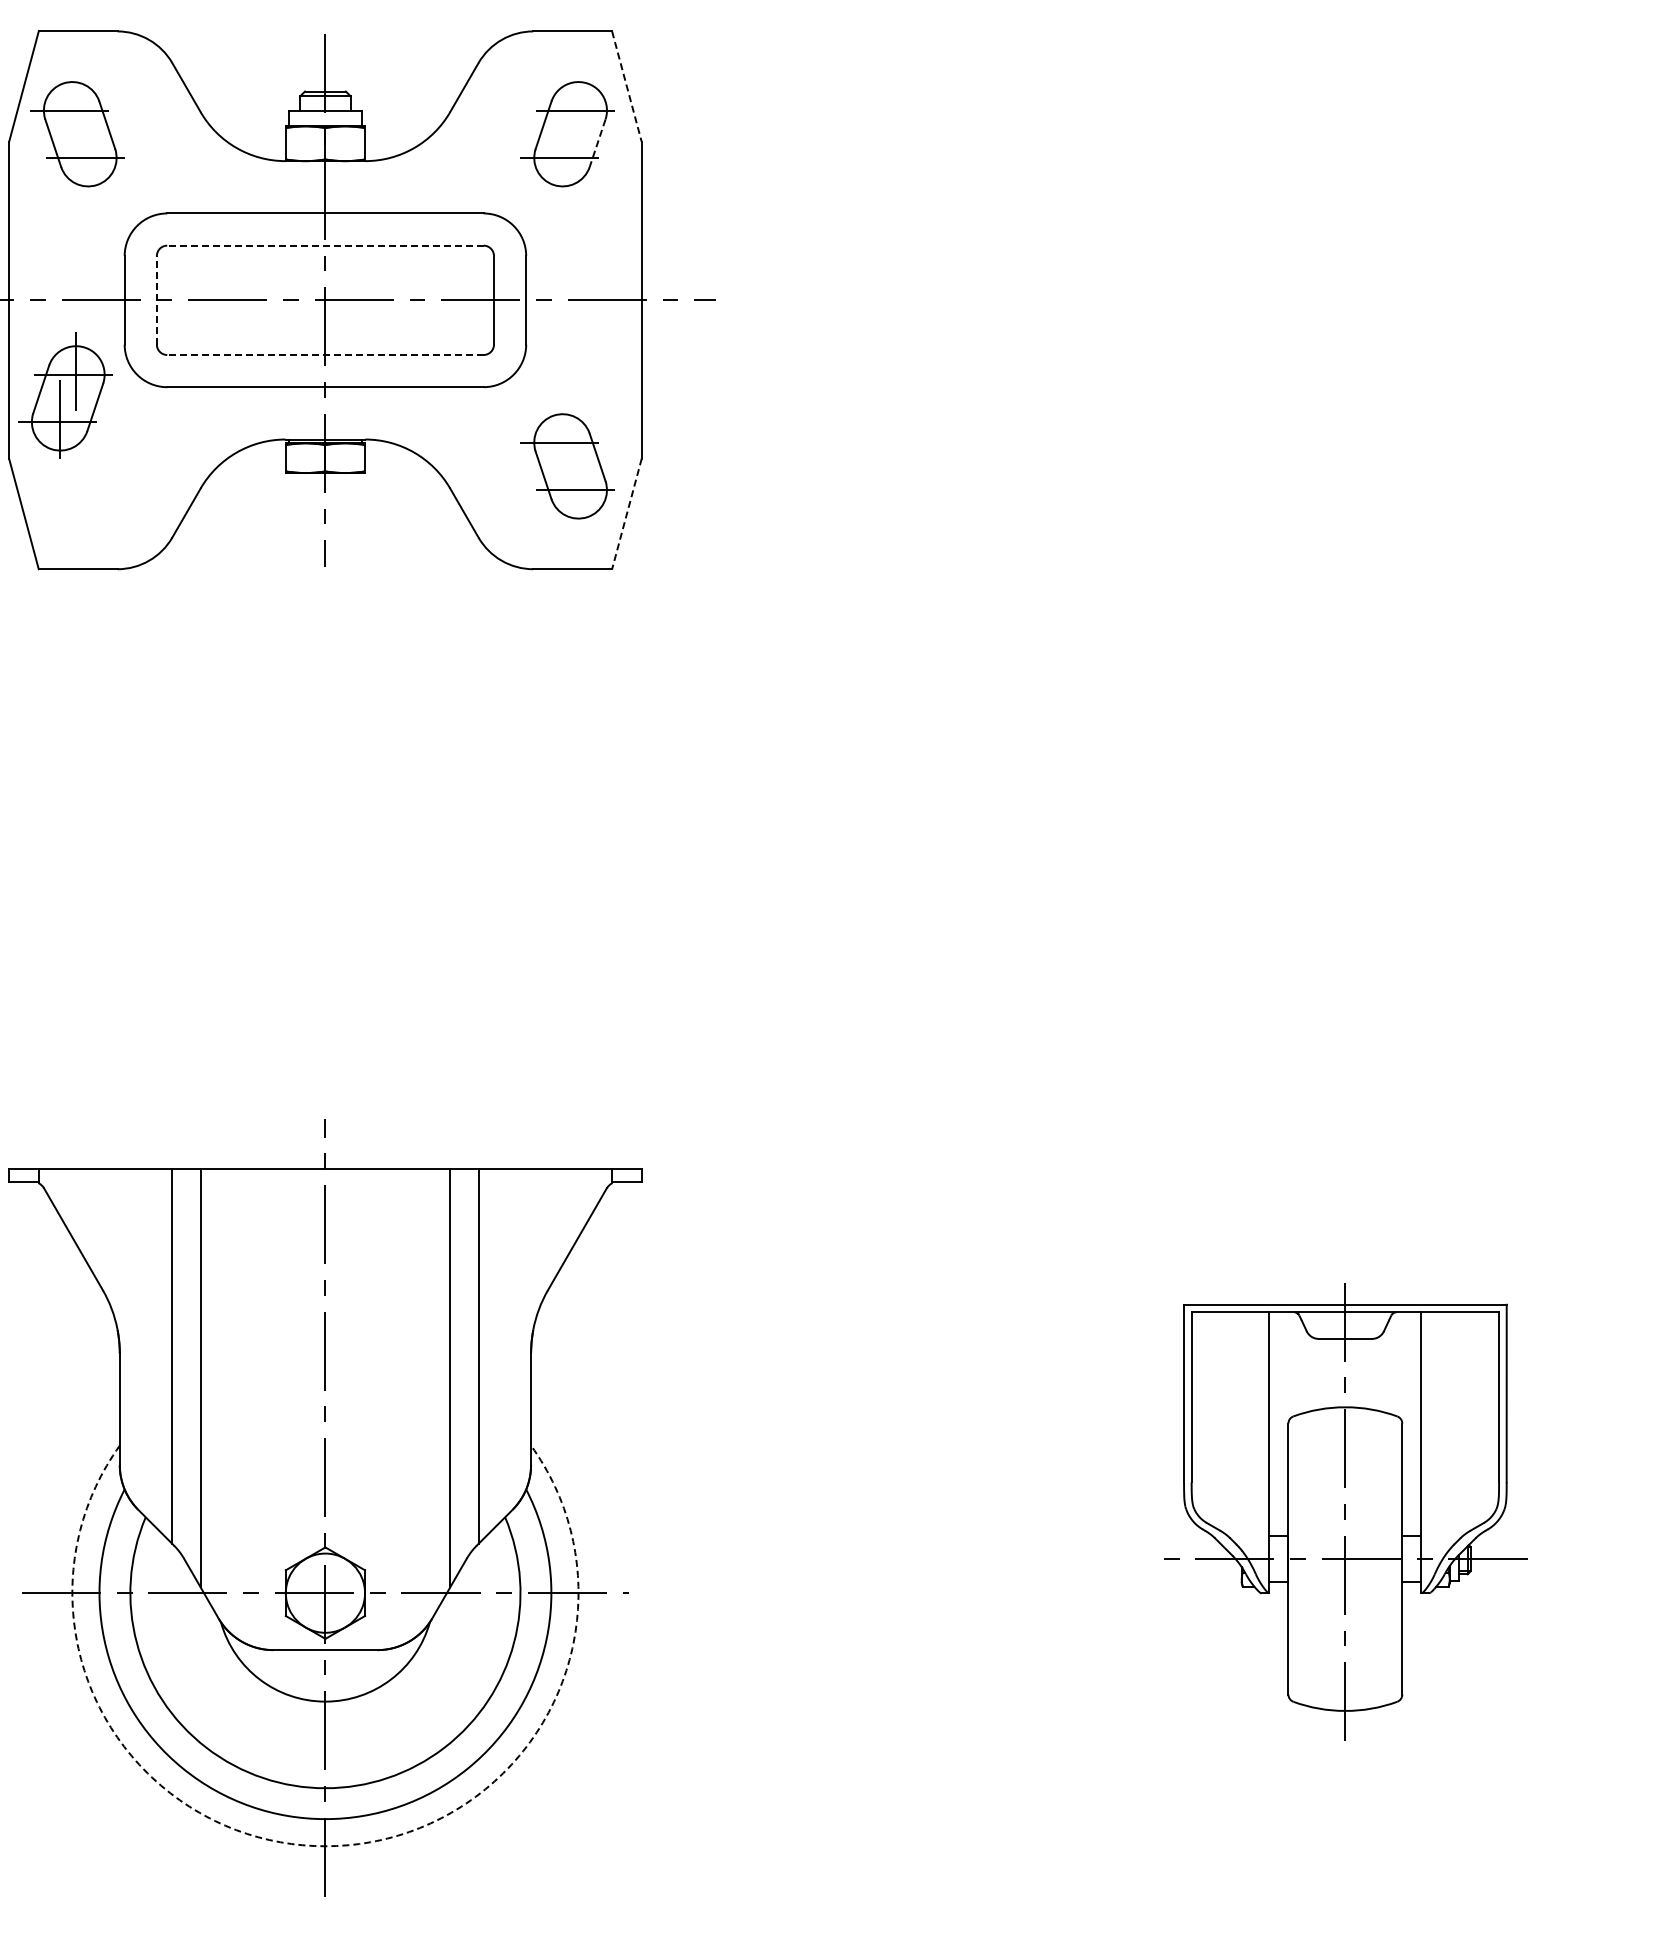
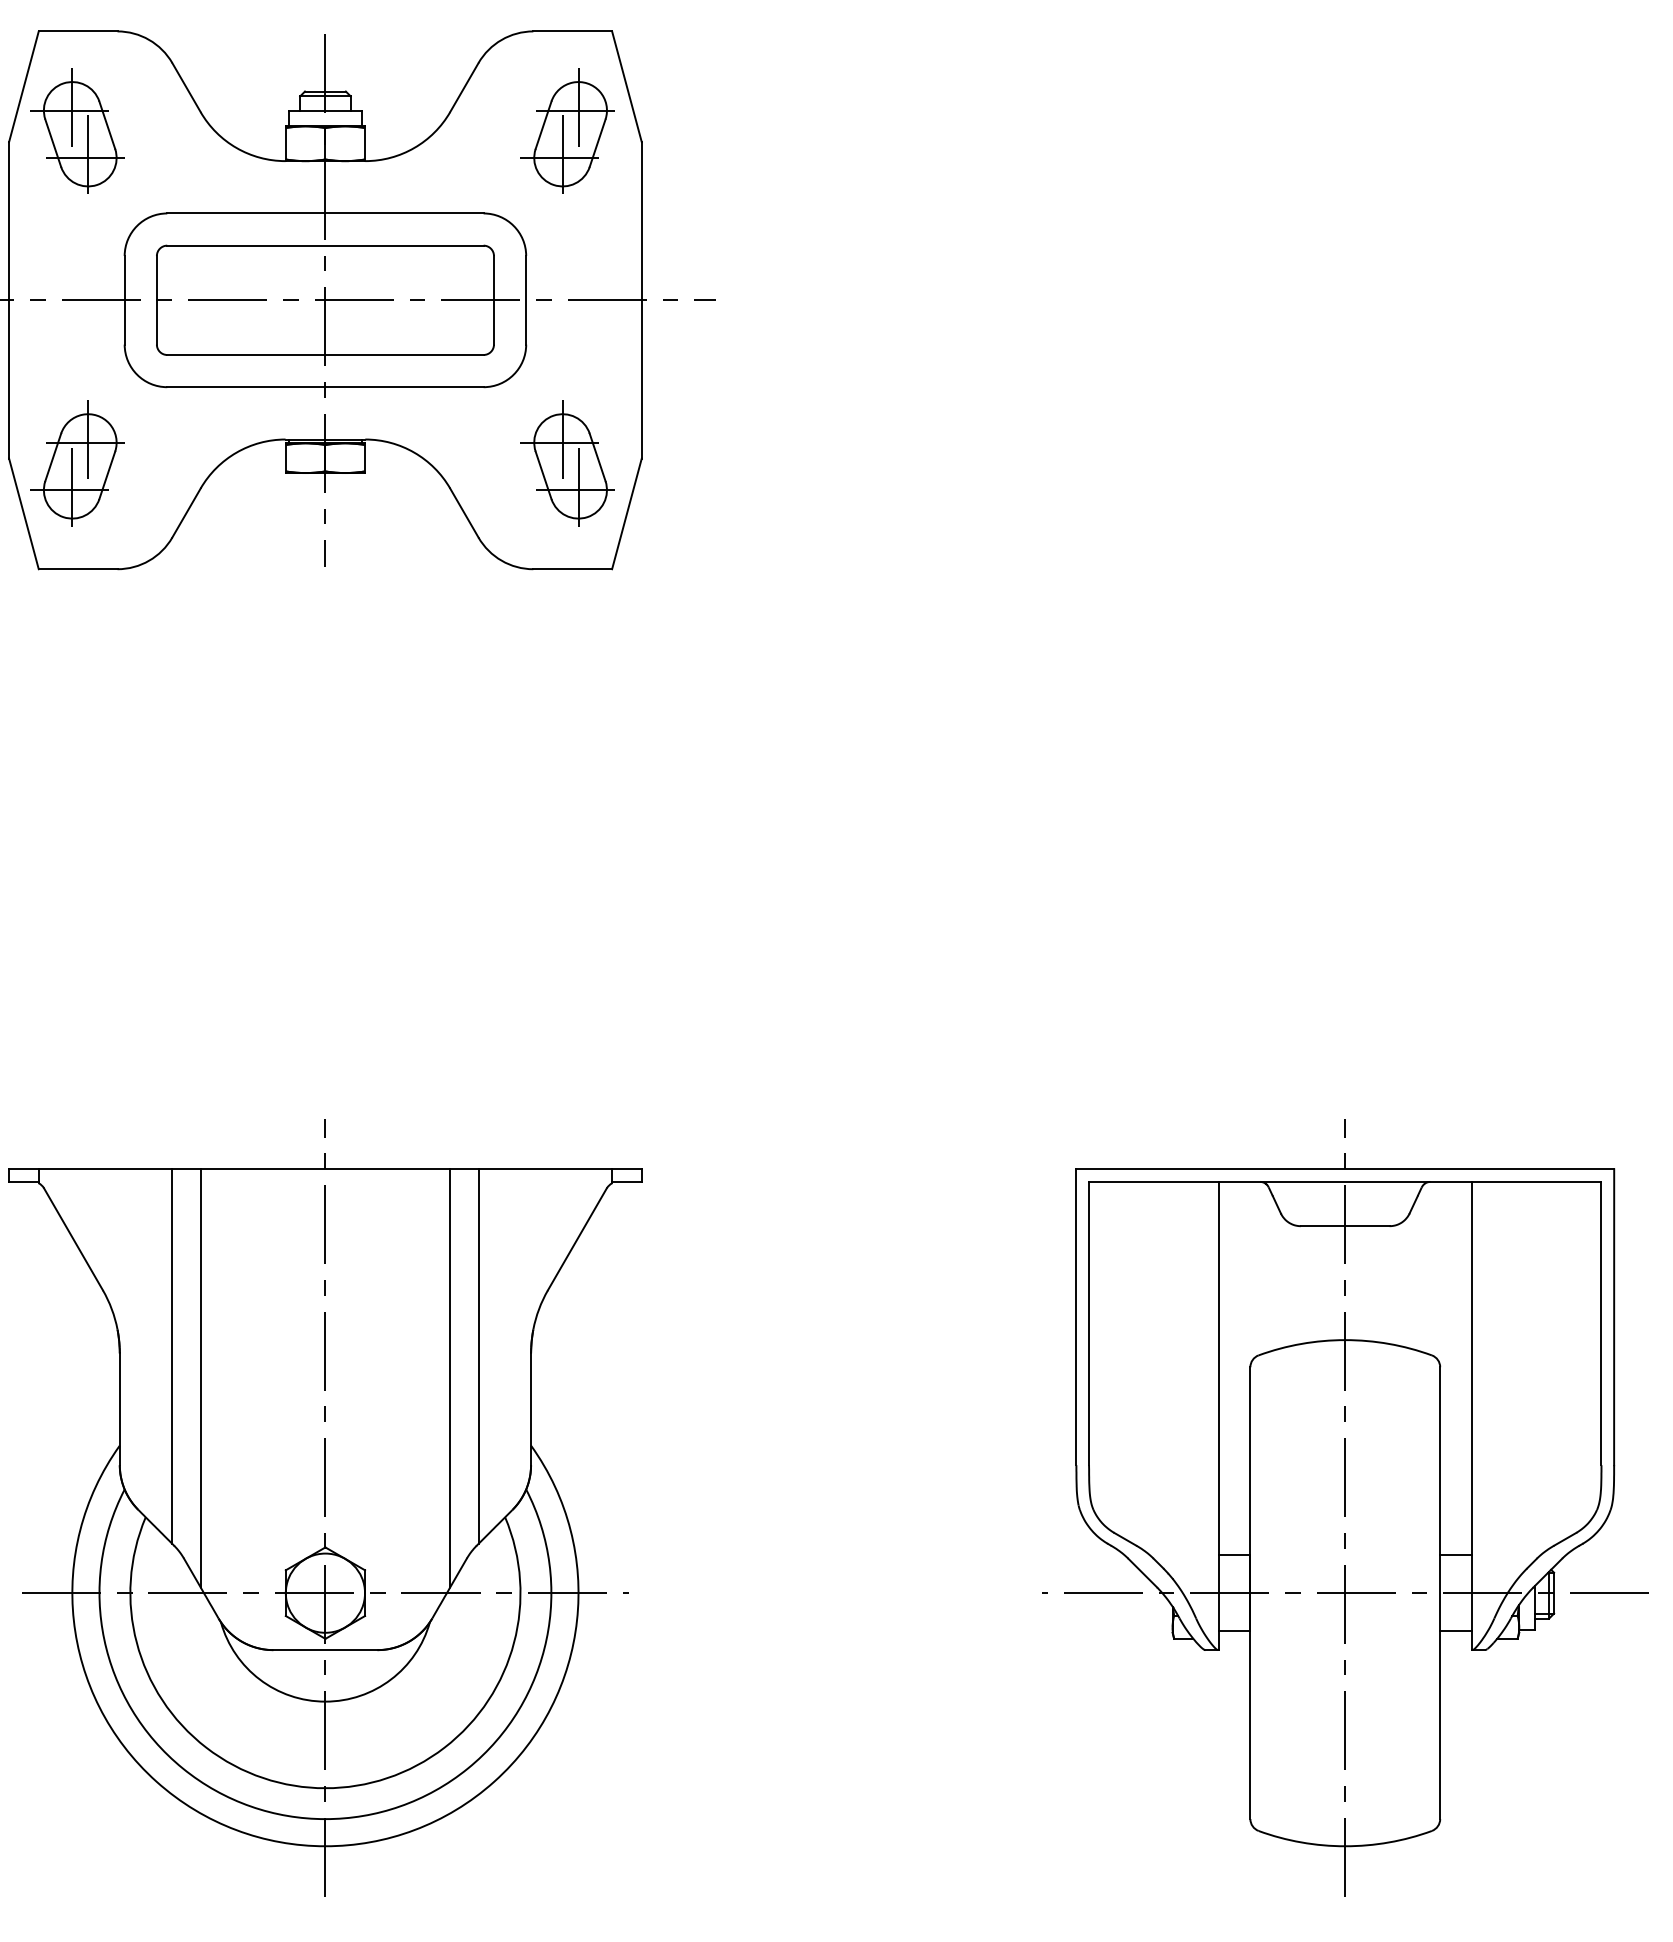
line at (627, 87): dashed -> solid
line at (72, 110): none -> present
line at (578, 110): none -> present
line at (597, 143): dashed -> solid
line at (88, 157): none -> present
line at (562, 157): none -> present
line at (324, 245): dashed -> solid
line at (156, 299): dashed -> solid
line at (324, 354): dashed -> solid
part at (65, 395) position: (65, 395) -> (77, 463)
line at (562, 442): none -> present
line at (578, 489): none -> present
line at (626, 514): dashed -> solid
part at (1345, 1511) size: 364x458 px -> 607x778 px
arc at (325, 1846): dashed -> solid
